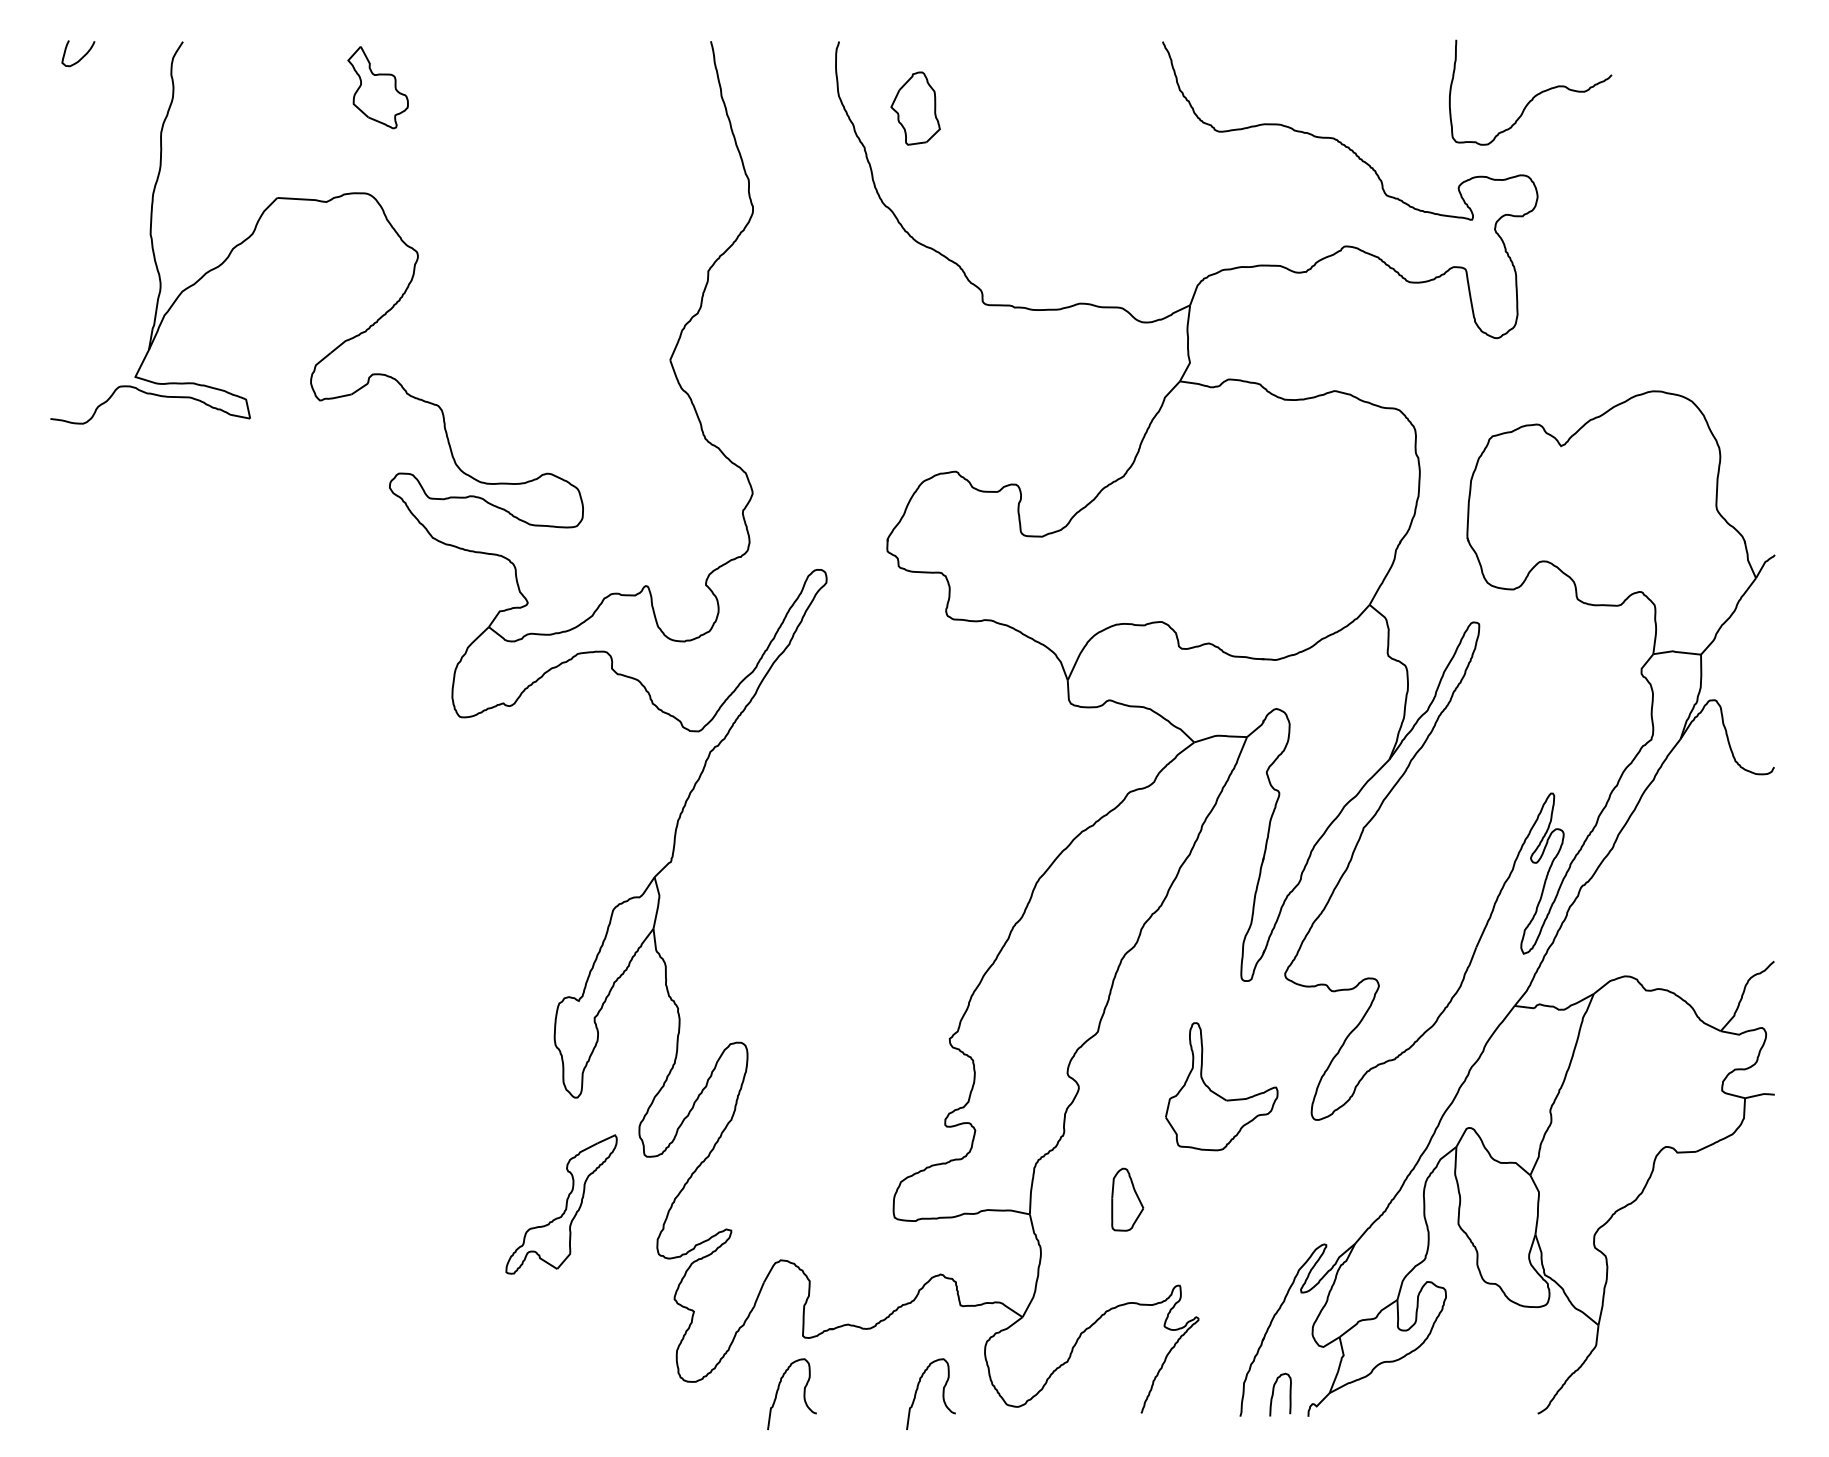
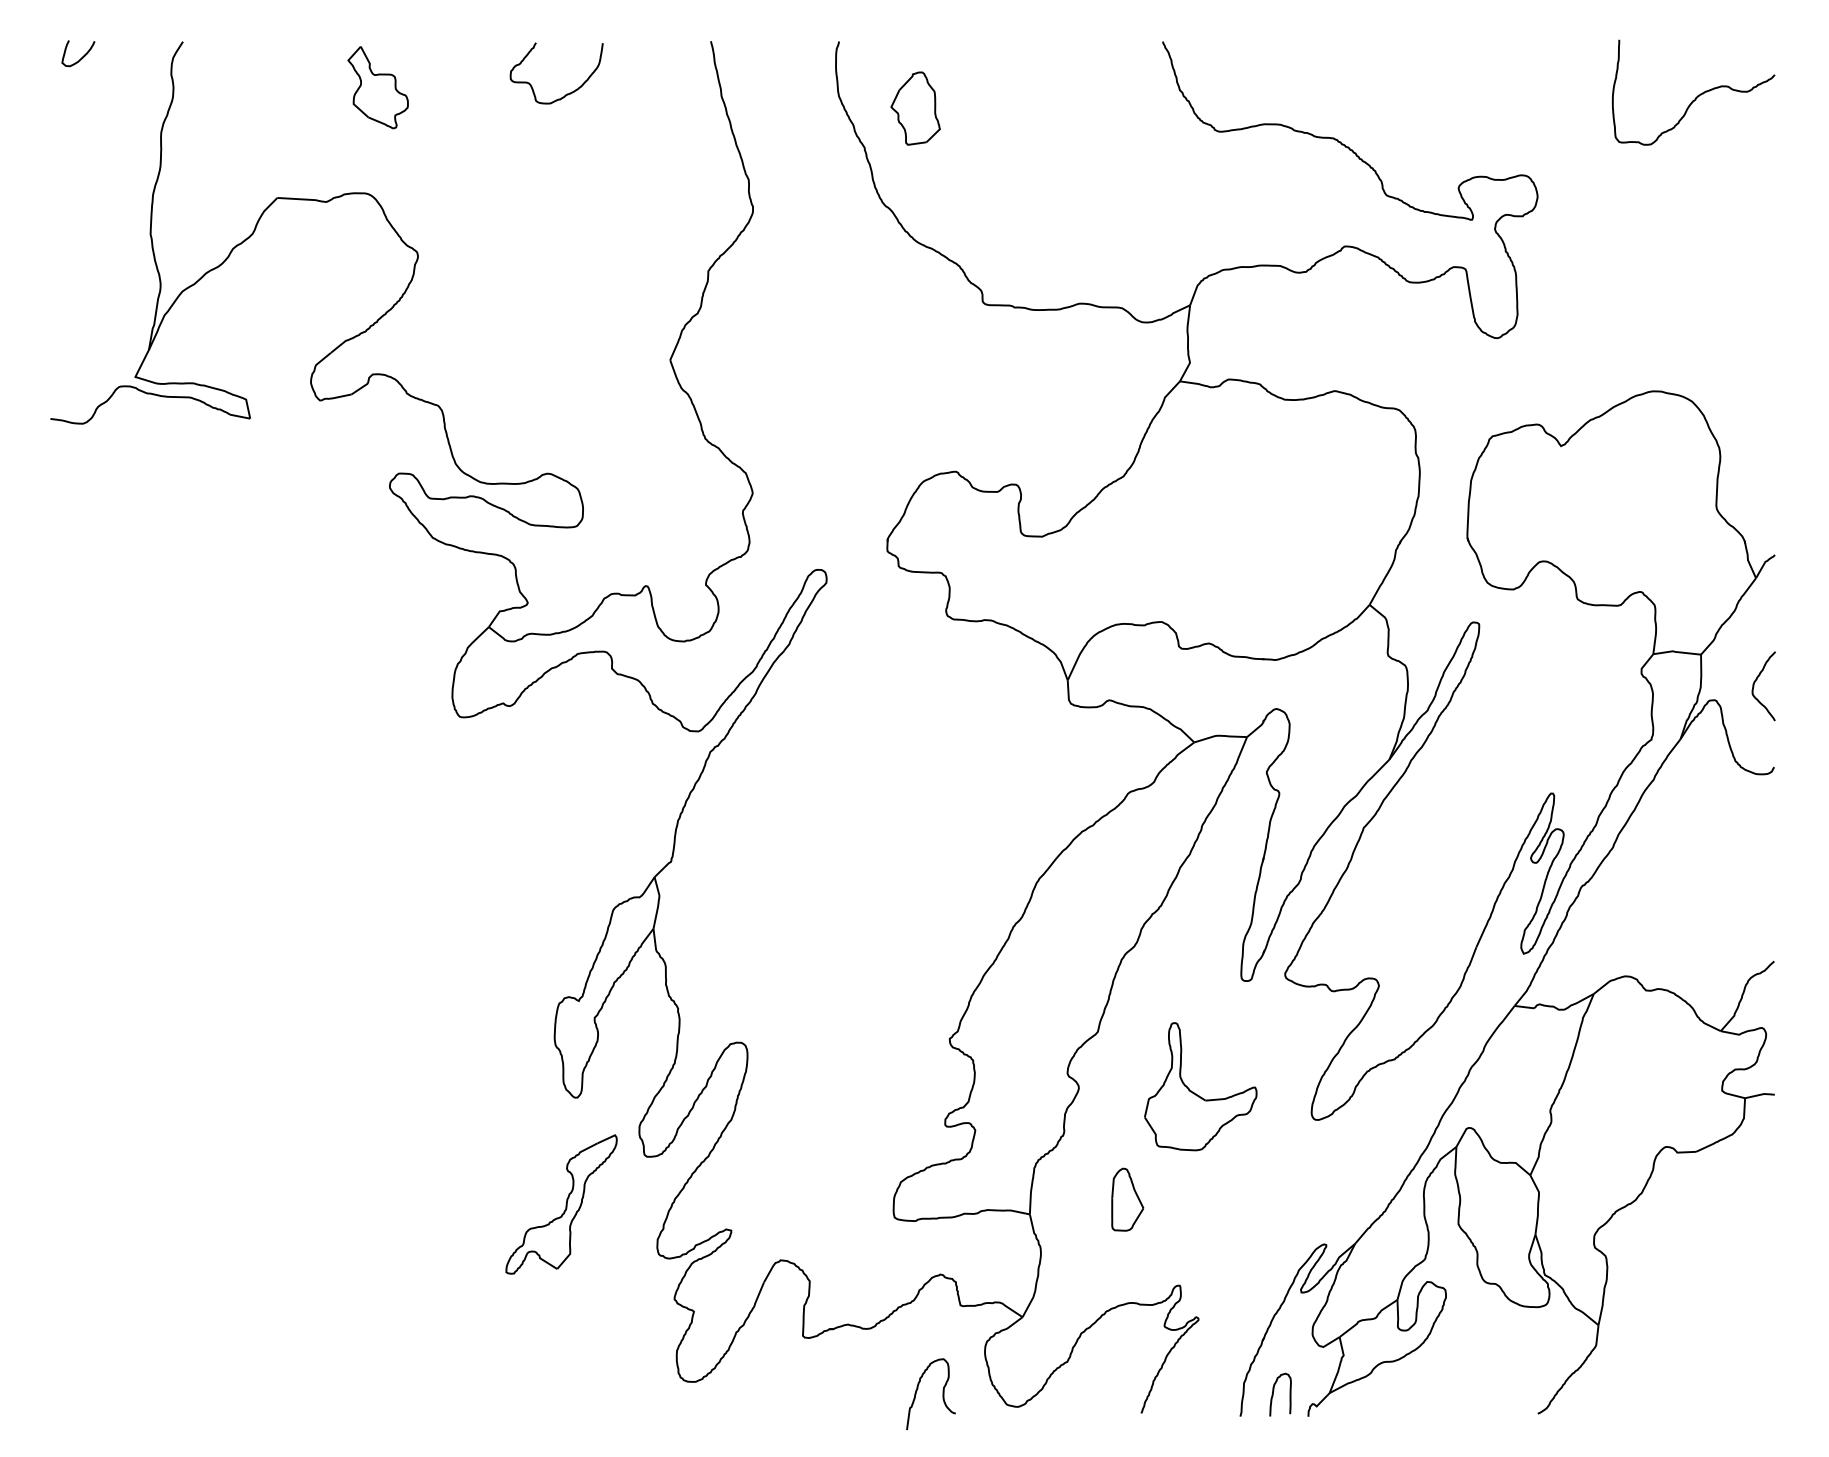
curve at (567, 93): none -> present
curve at (1534, 95) position: (1534, 95) -> (1697, 95)
curve at (1756, 681): none -> present
part at (1217, 1093) position: (1217, 1093) -> (1196, 1093)
curve at (803, 1394): present -> none
